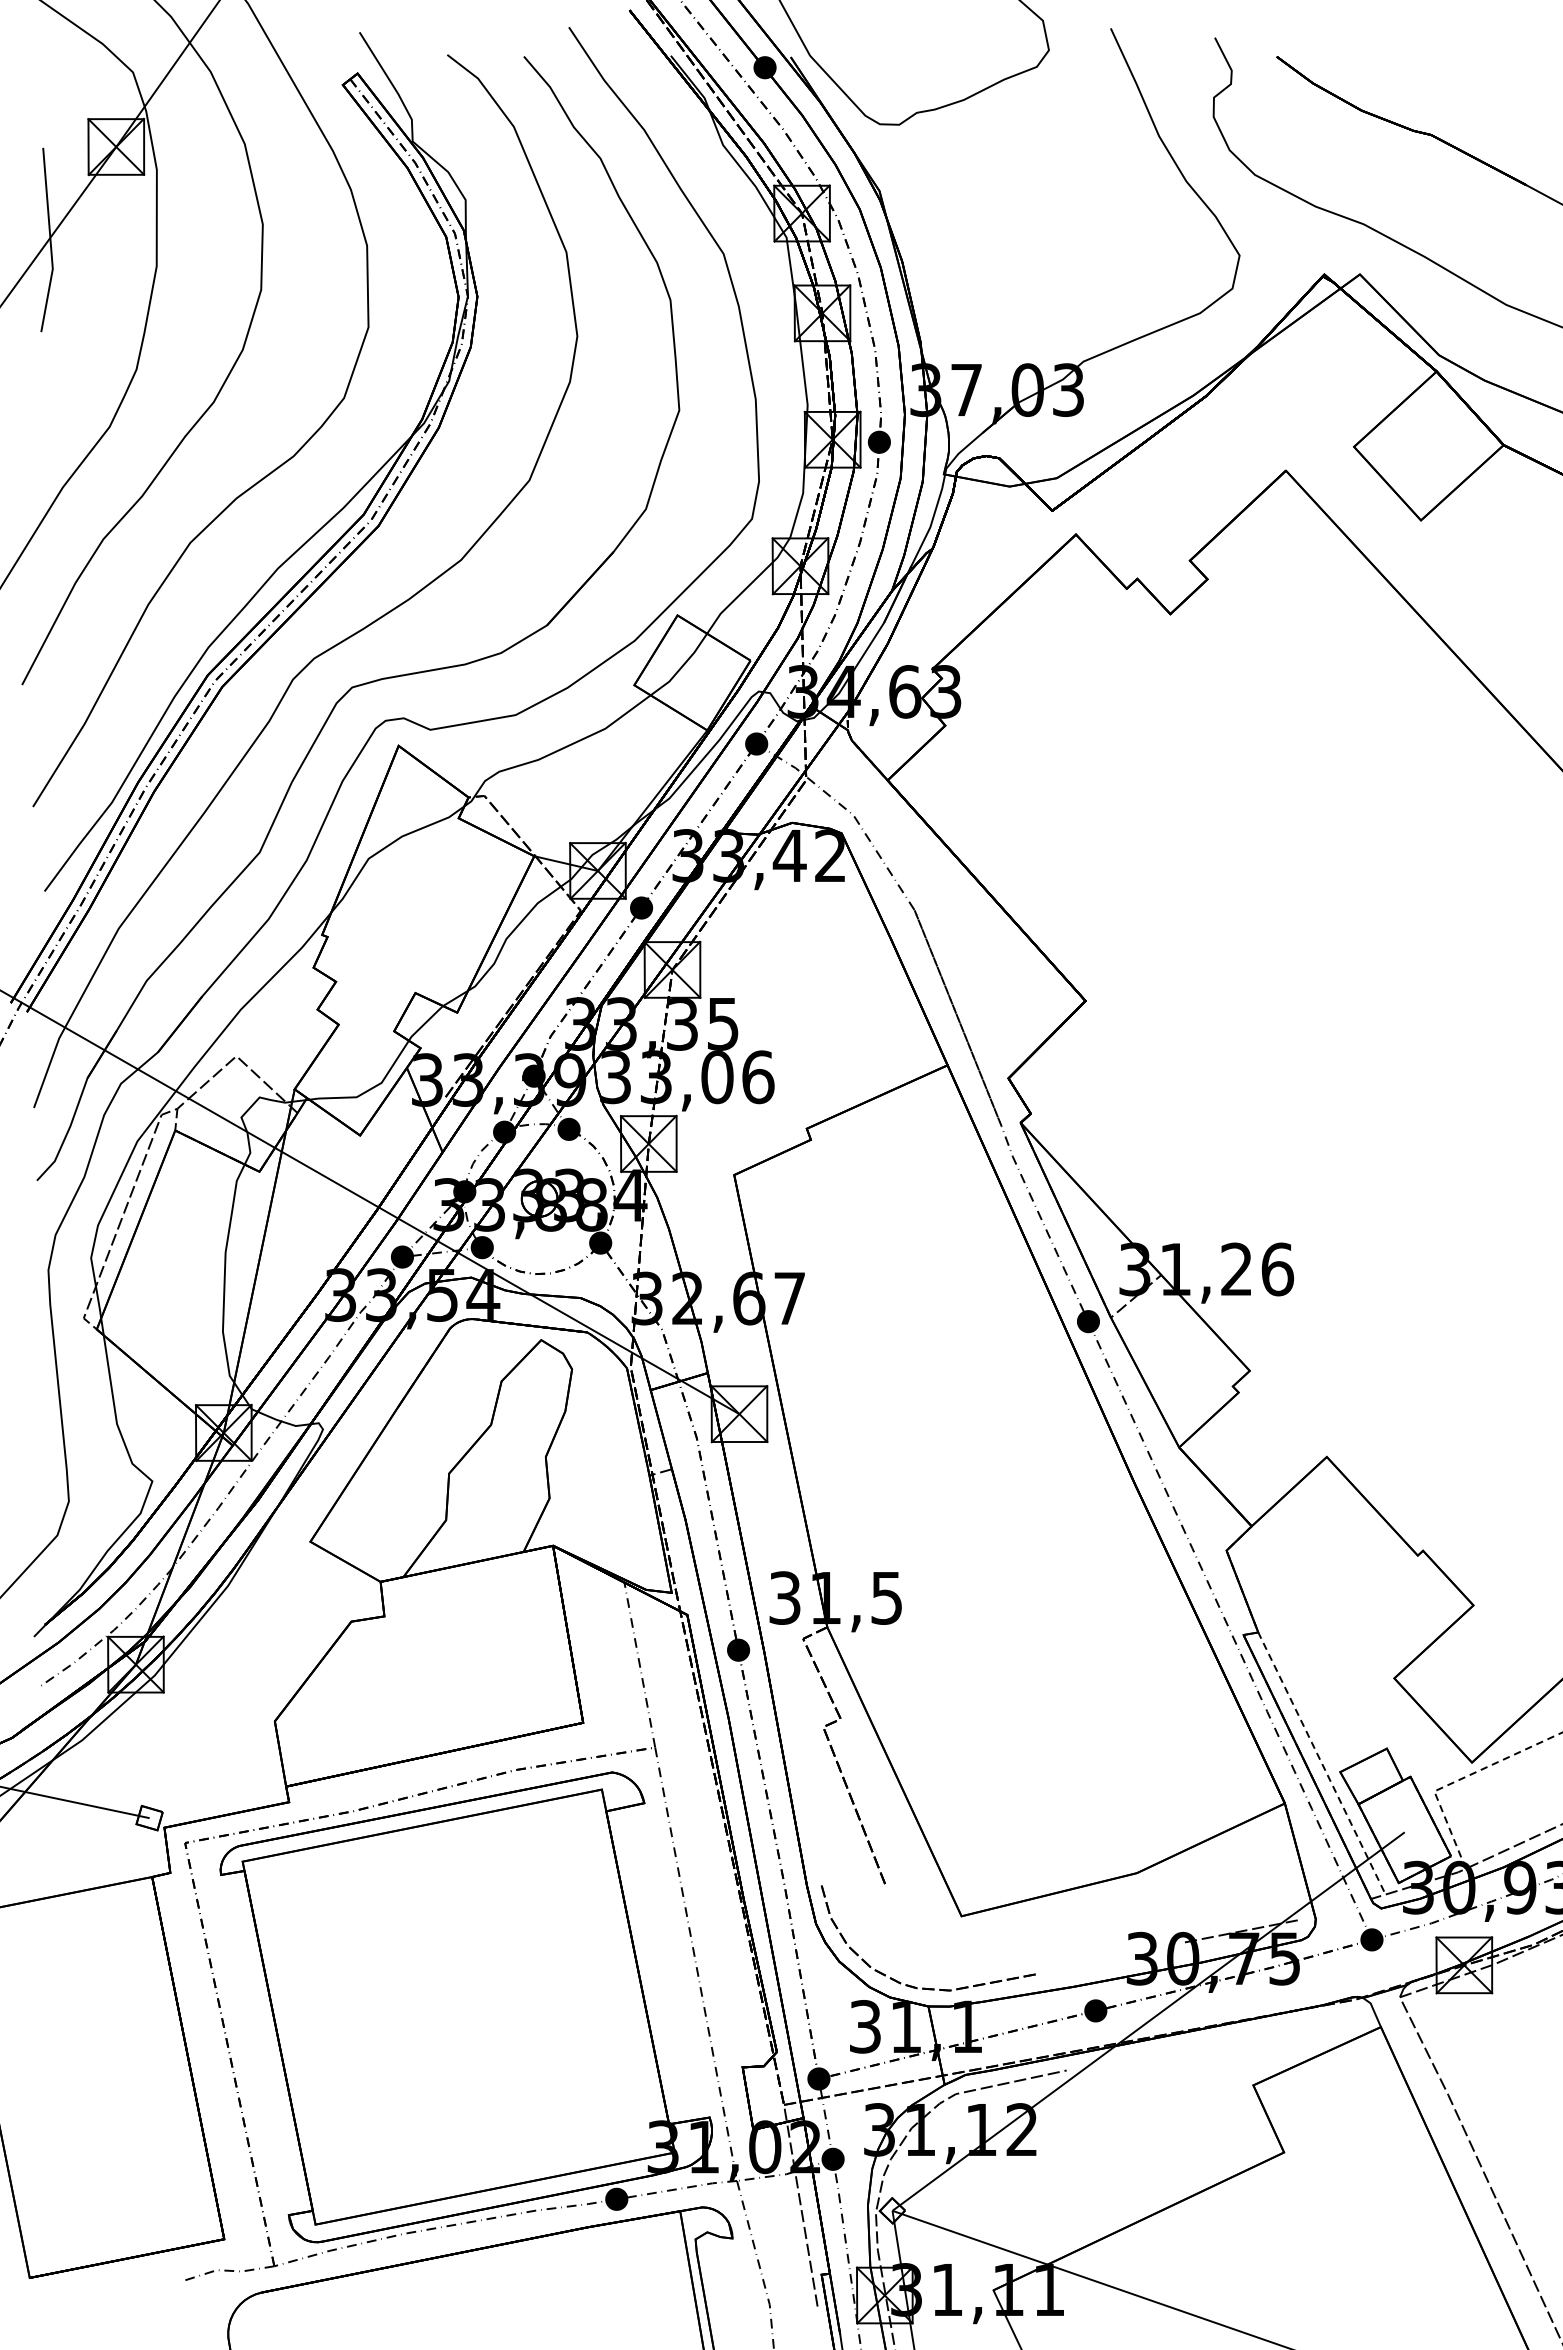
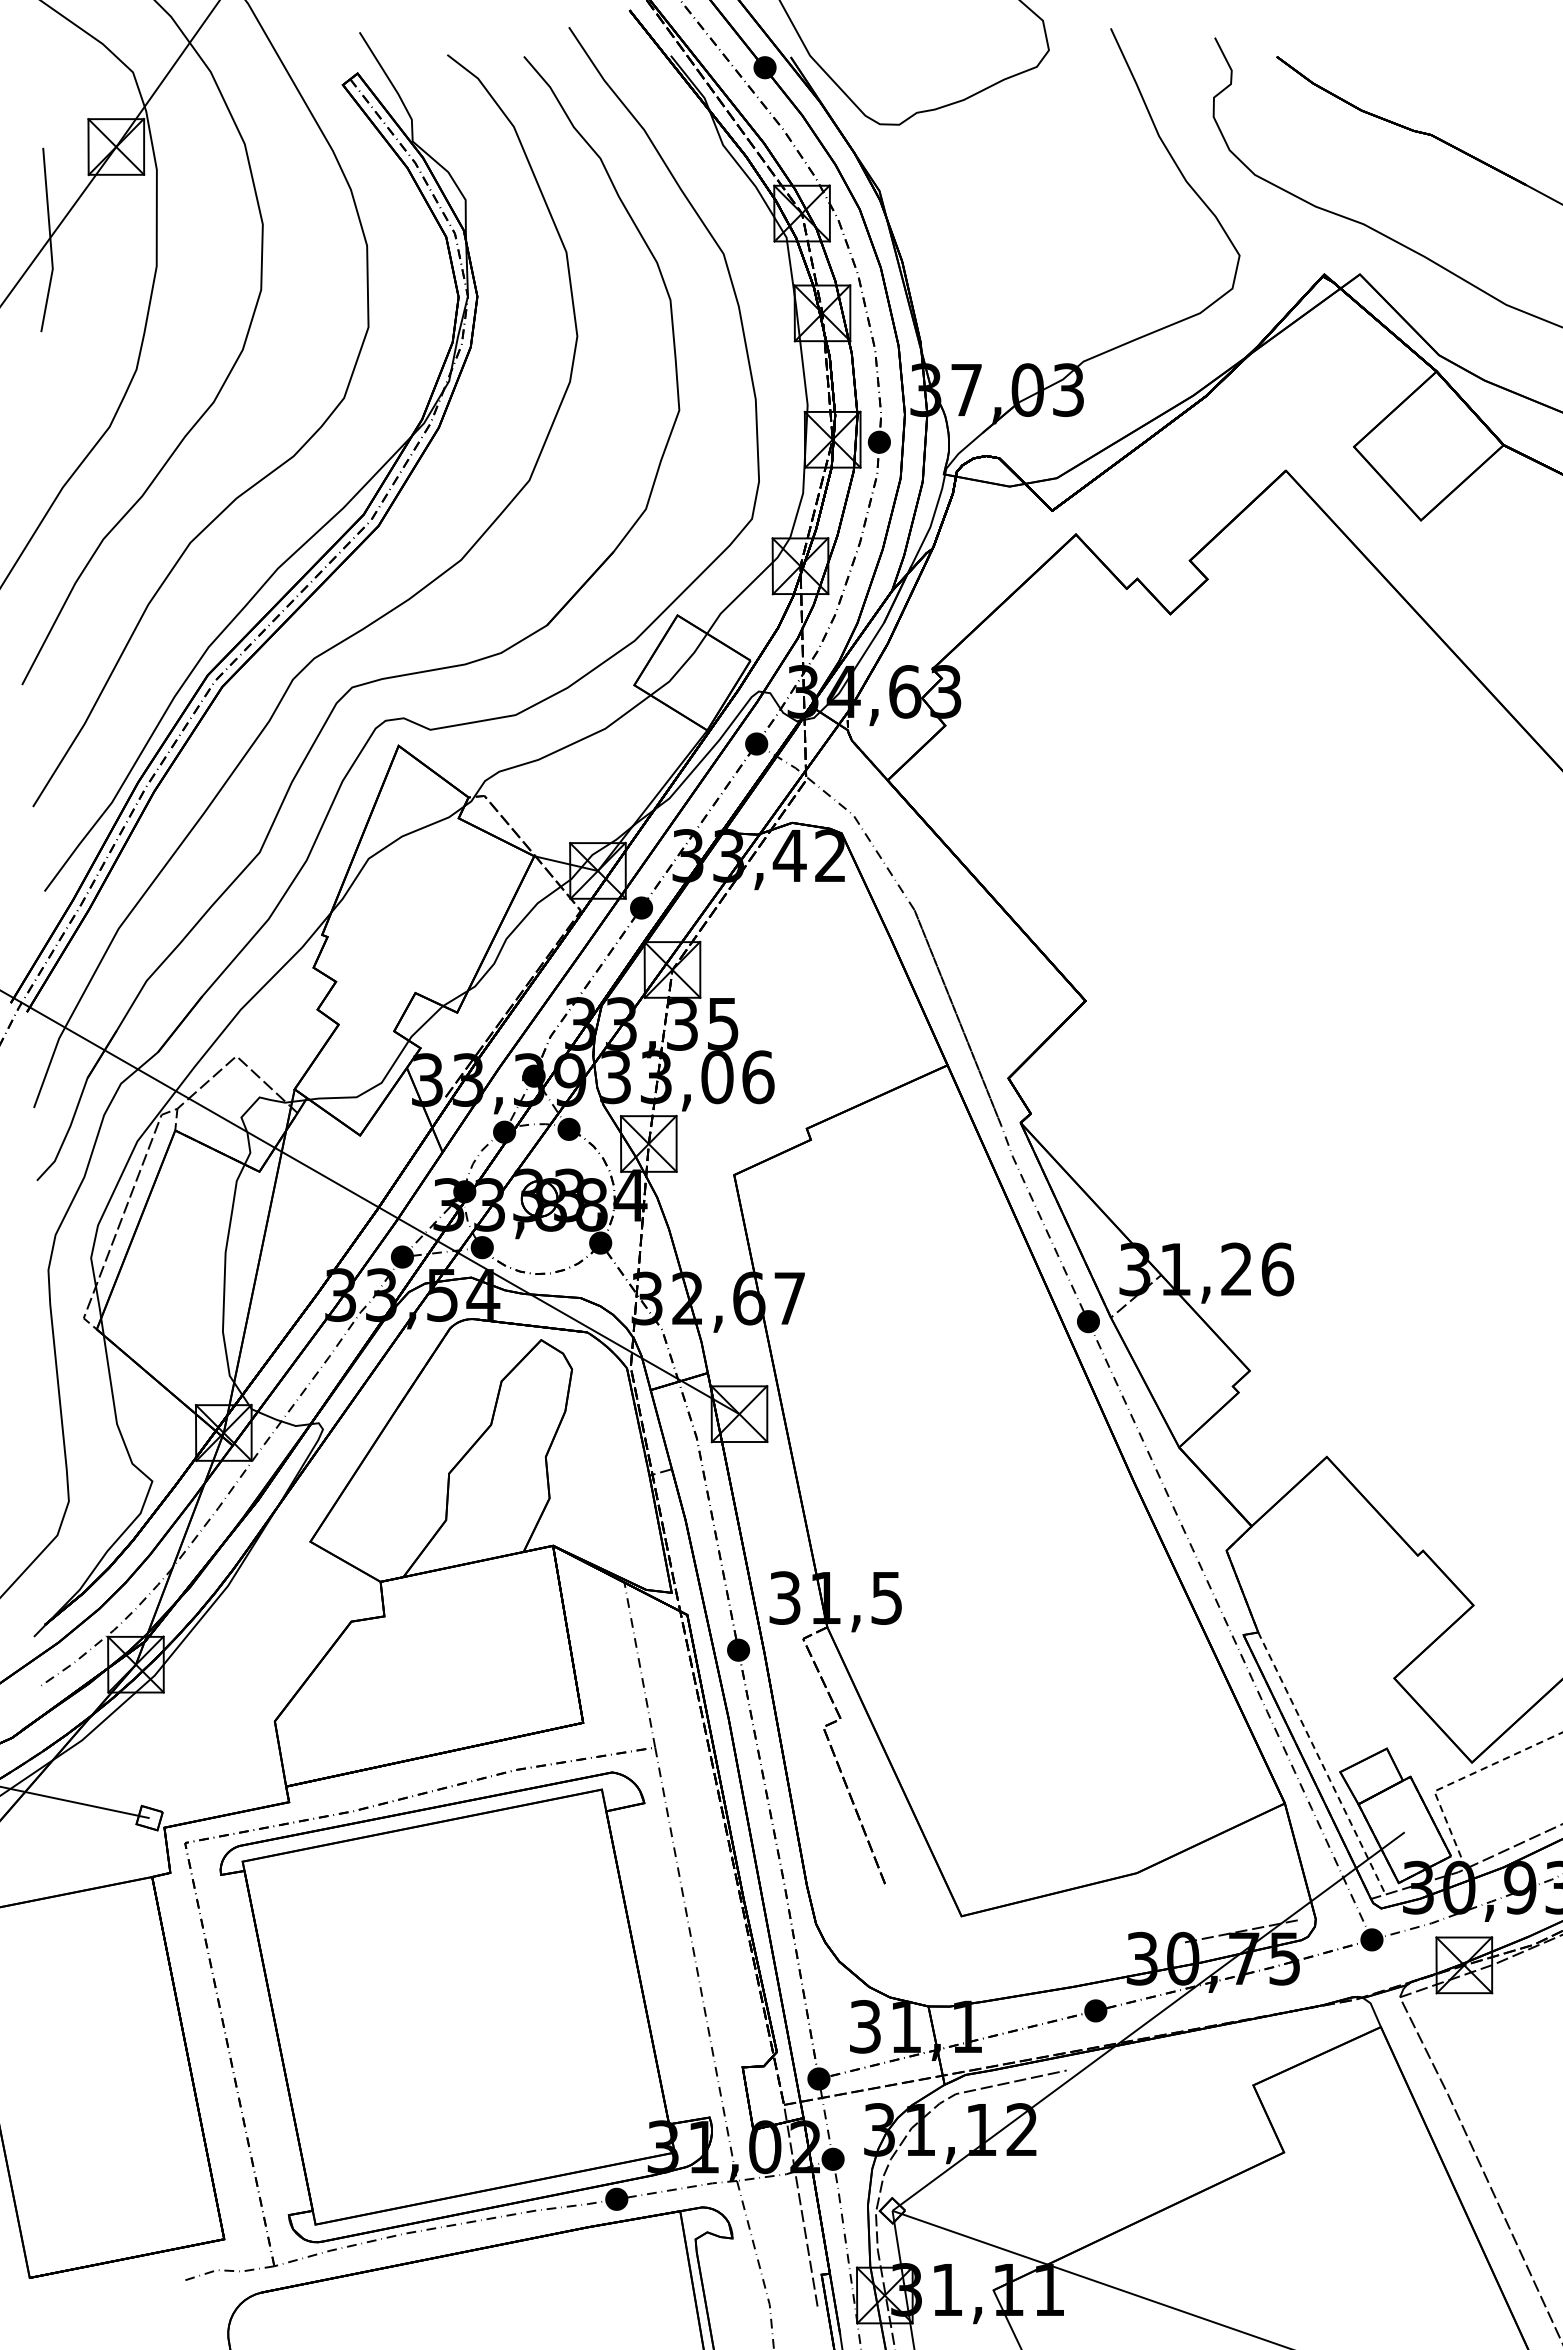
part at (925, 1987): present -> none
